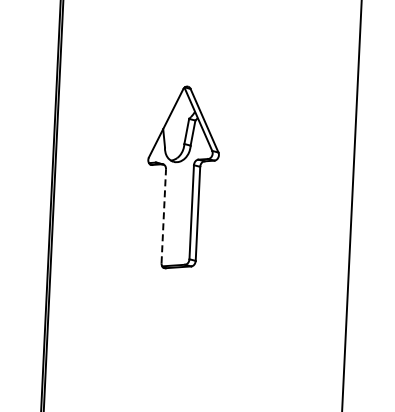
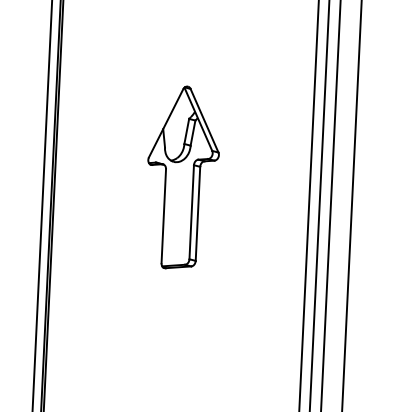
line at (42, 205): none -> present
line at (308, 205): none -> present
line at (319, 205): none -> present
line at (330, 205): none -> present
line at (163, 215): dashed -> solid
